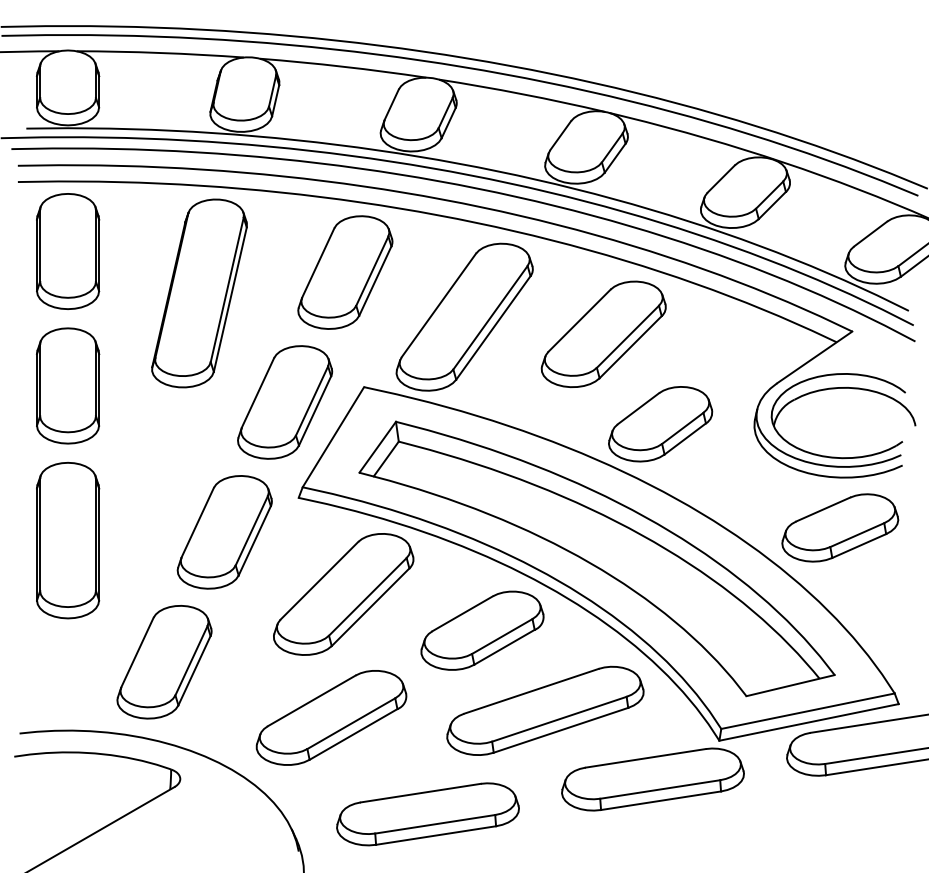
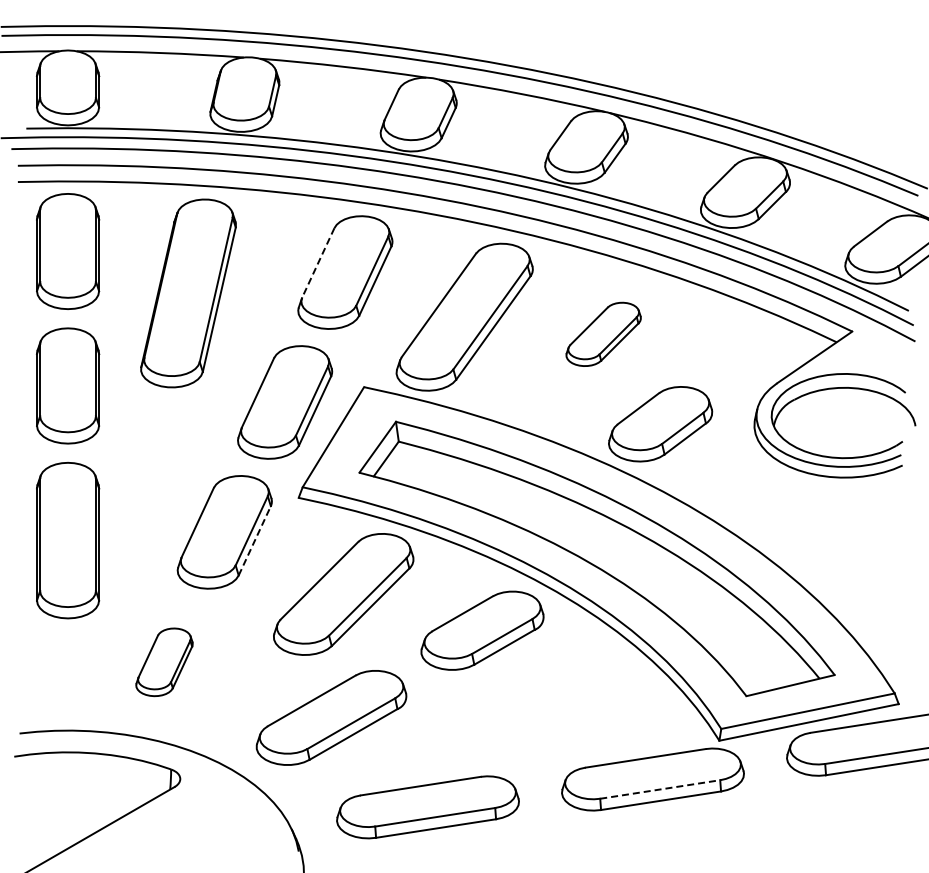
line at (318, 263): solid -> dashed
part at (199, 293) position: (199, 293) -> (188, 293)
part at (603, 334) size: 127x109 px -> 77x66 px
part at (840, 527): present -> none
line at (255, 540): solid -> dashed
part at (164, 662) size: 97x115 px -> 59x71 px
part at (545, 710): present -> none
line at (660, 789): solid -> dashed
part at (427, 814) position: (427, 814) -> (427, 807)
